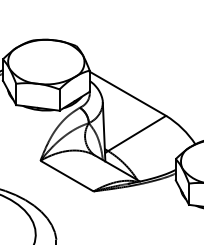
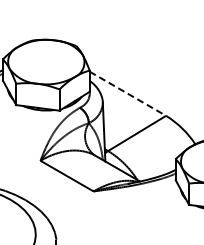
line at (128, 94): solid -> dashed
